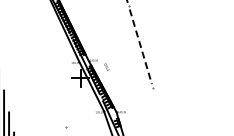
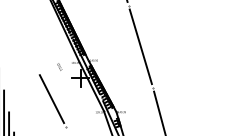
line at (140, 46): dashed -> solid
text at (106, 66) position: (106, 66) -> (59, 66)
line at (51, 99): none -> present
line at (159, 111): none -> present
